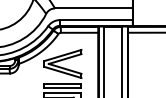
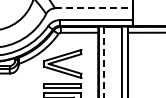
line at (93, 8): solid -> dashed
line at (104, 62): solid -> dashed
